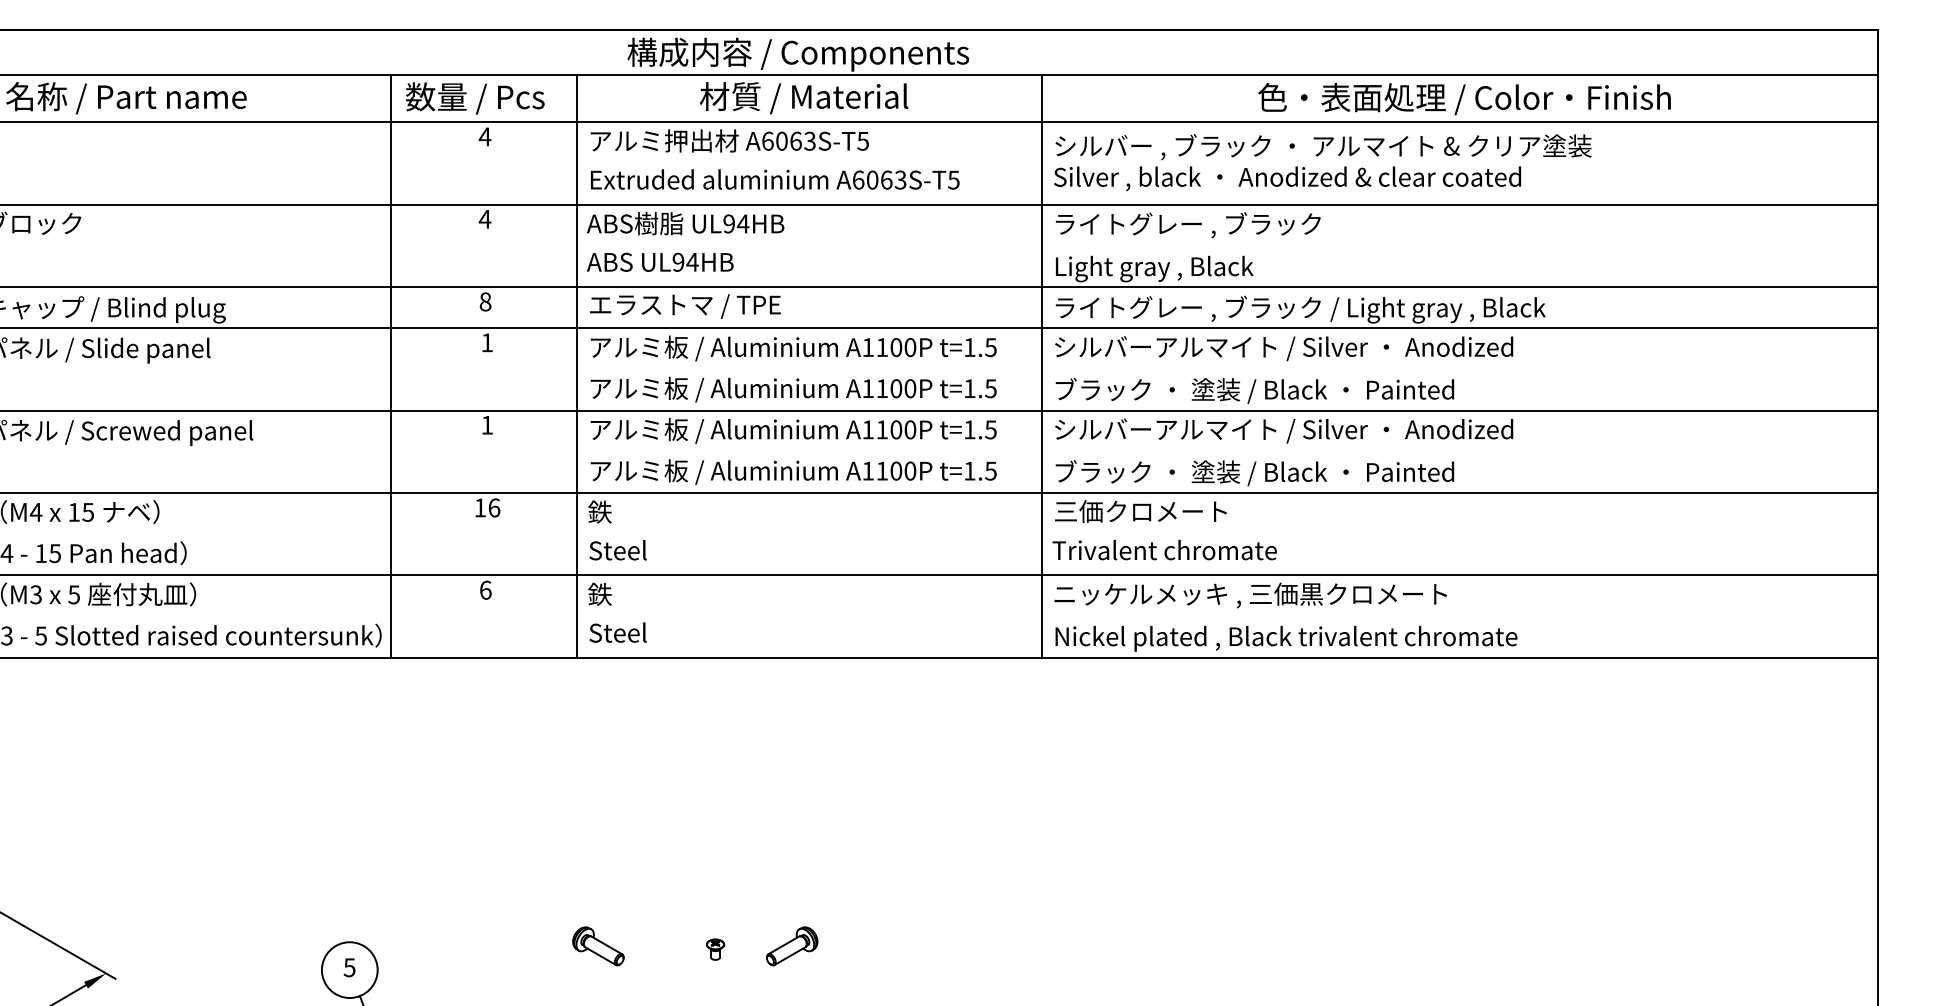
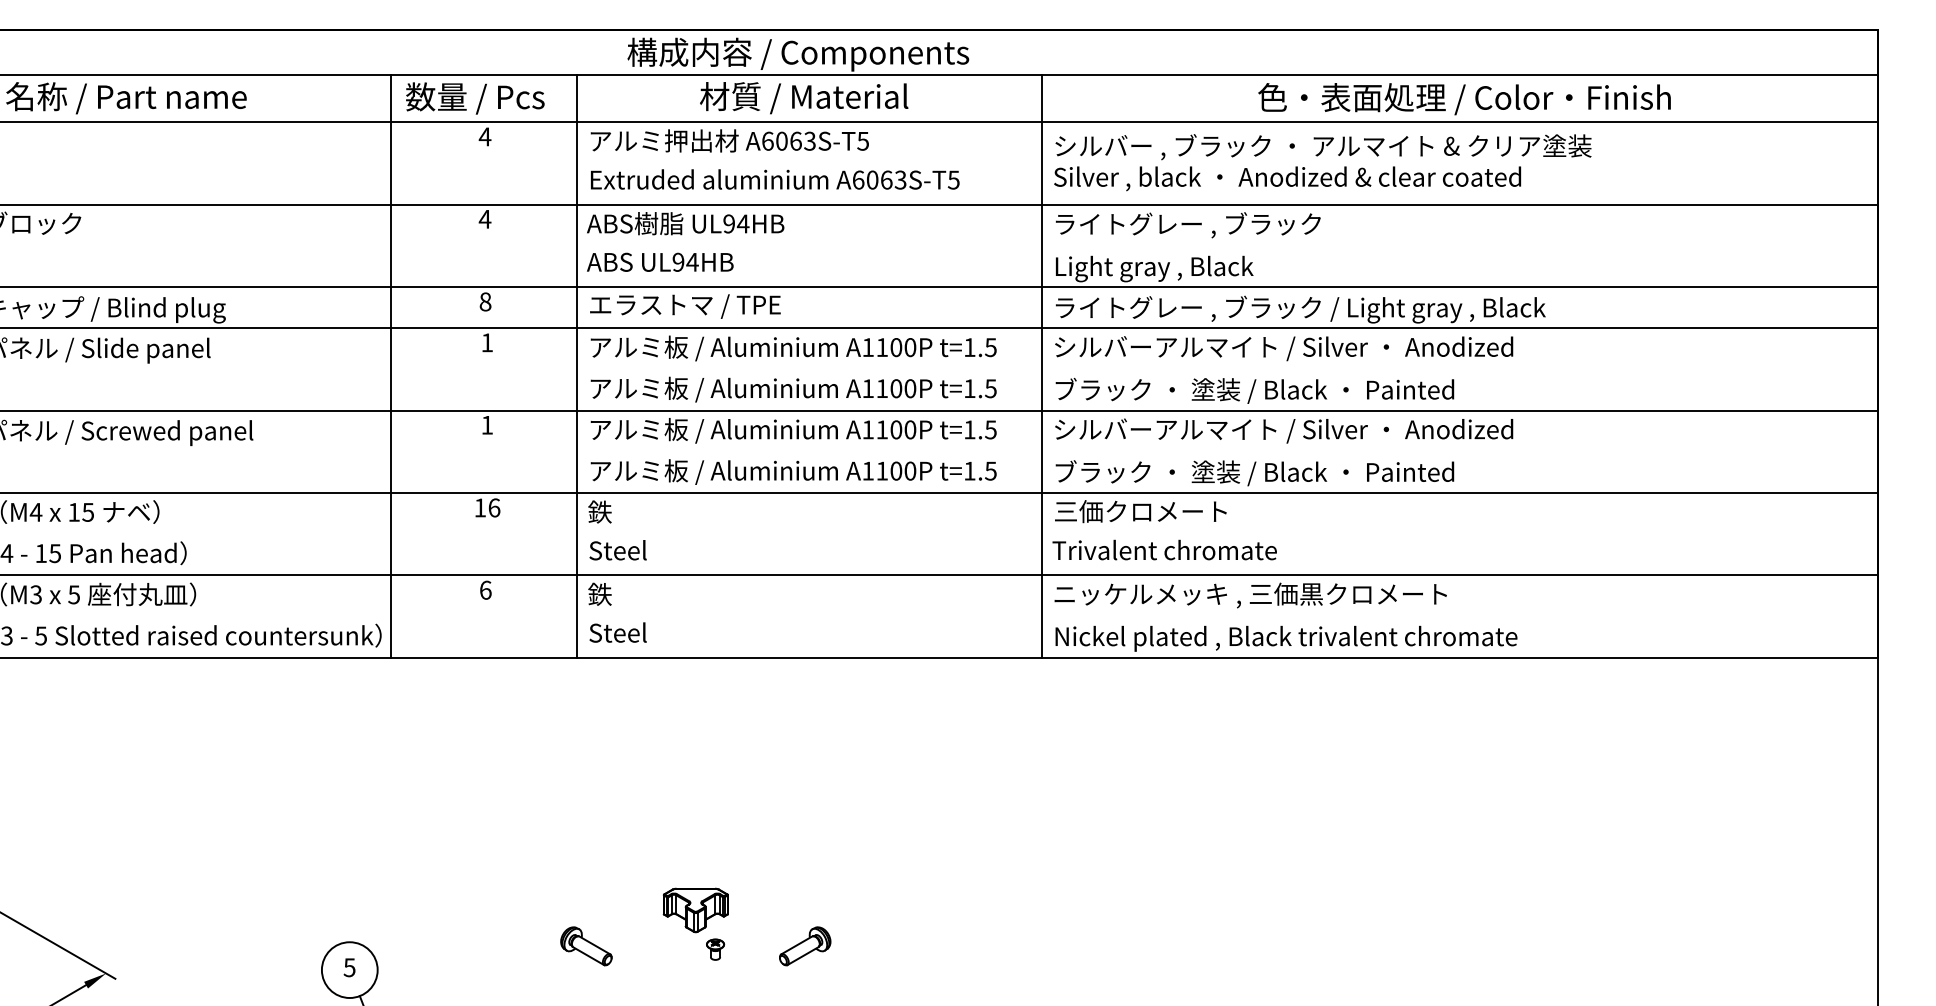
part at (695, 910): none -> present
part at (598, 946) position: (598, 946) -> (586, 946)
part at (792, 946) position: (792, 946) -> (805, 946)
